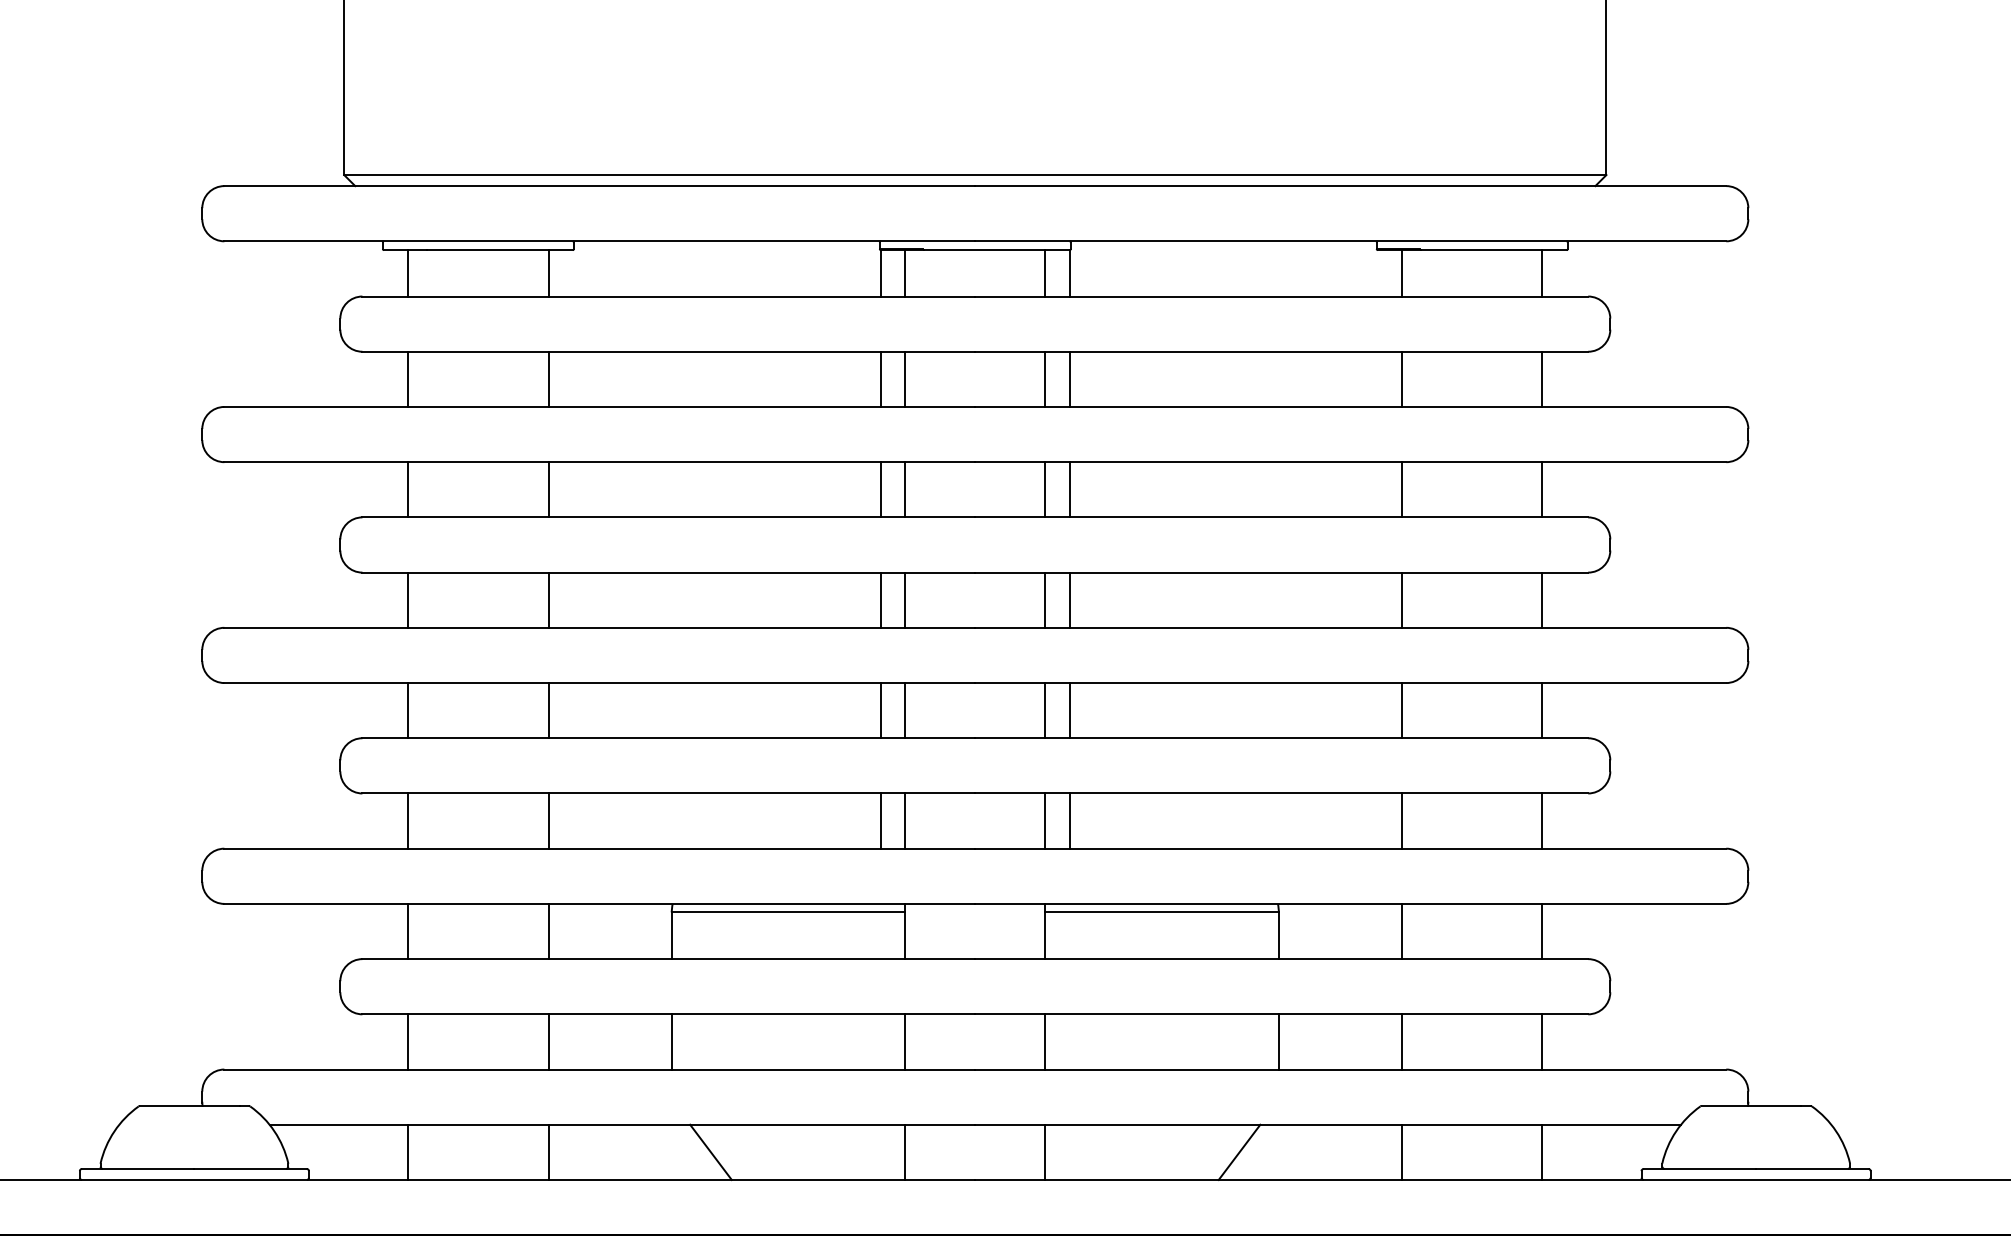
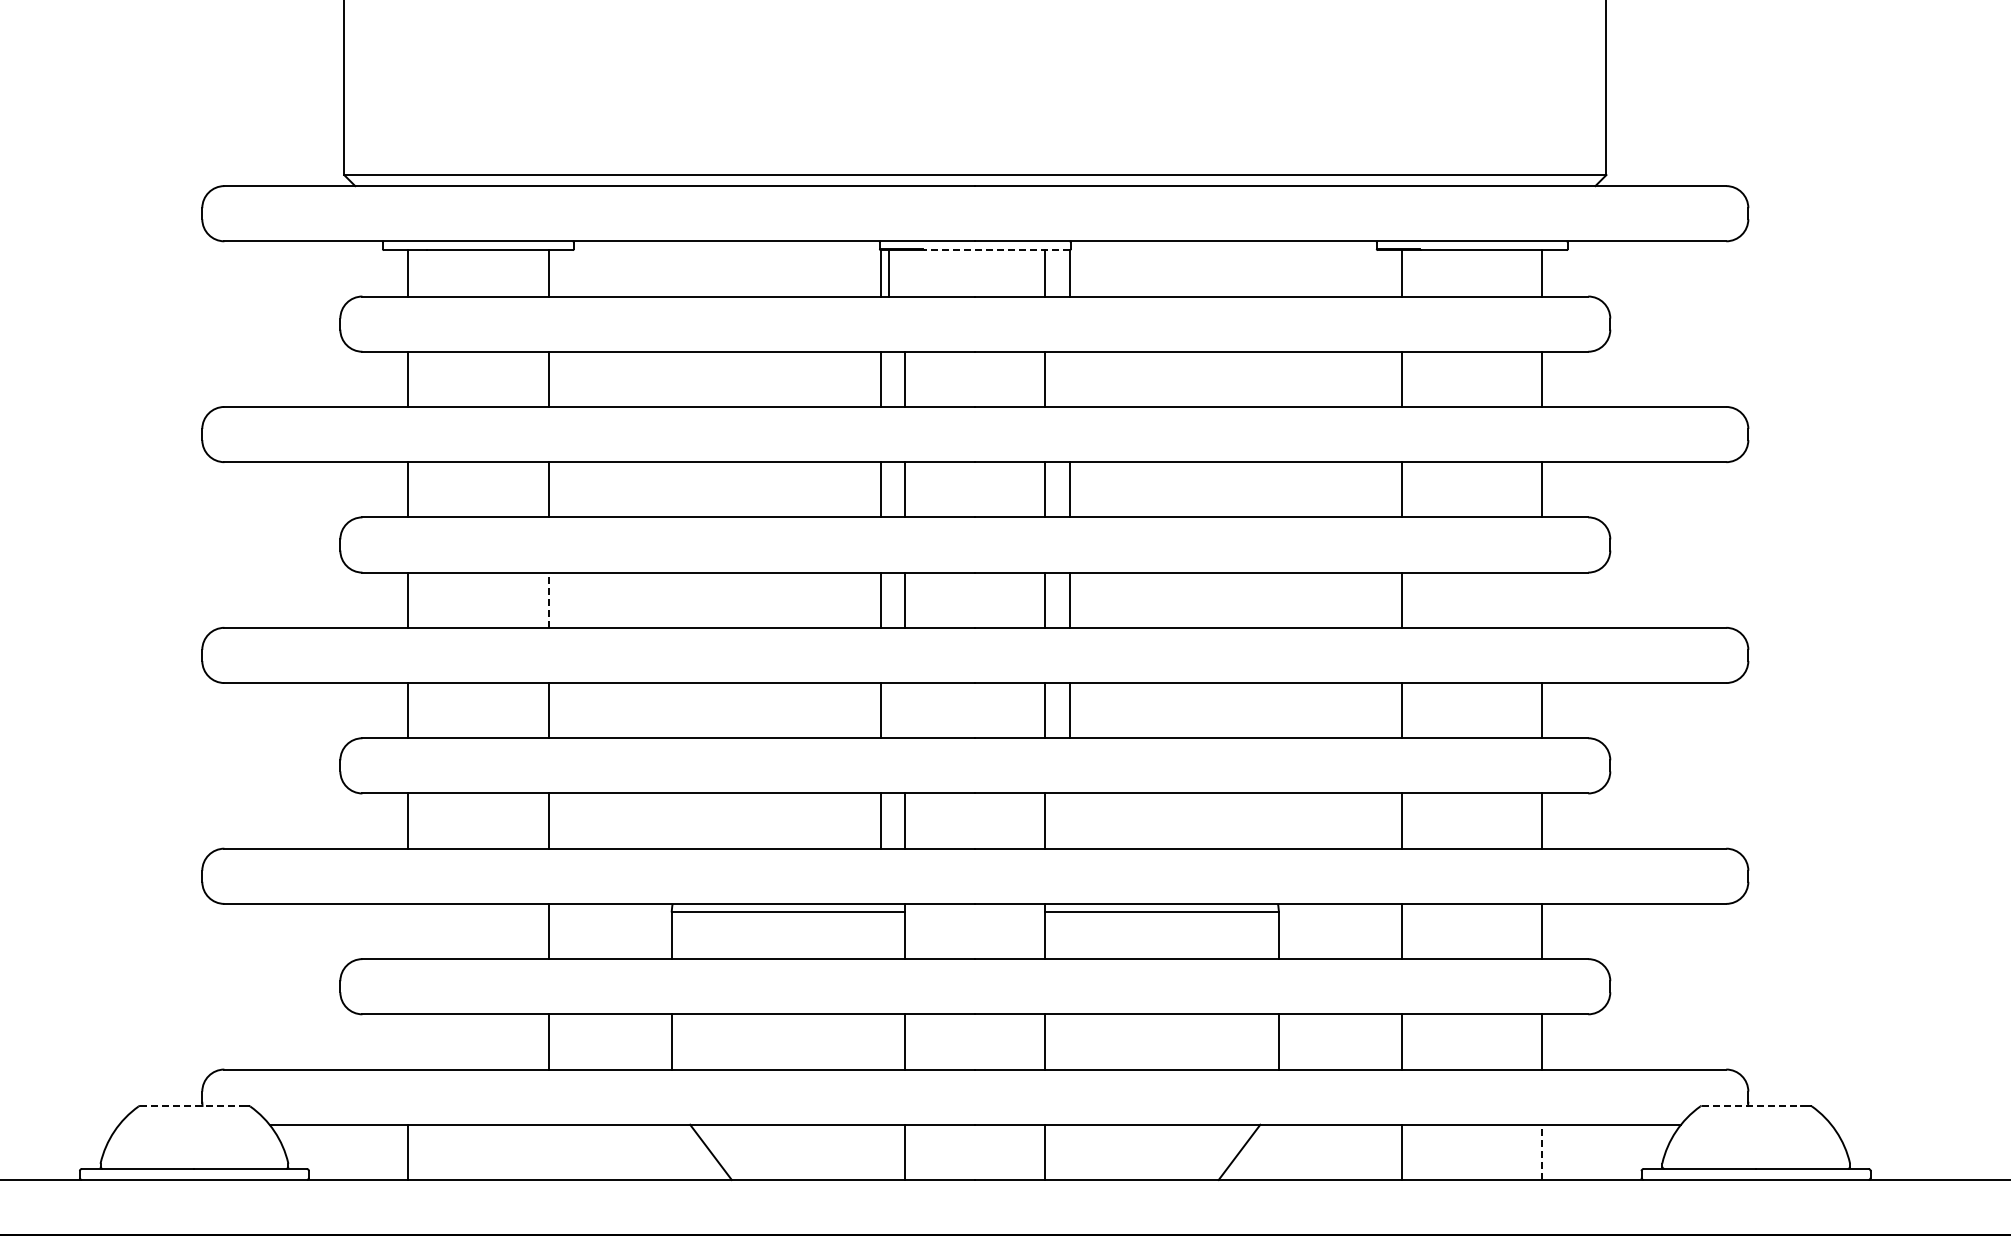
line at (996, 250): solid -> dashed
line at (905, 273) position: (905, 273) -> (889, 273)
line at (1069, 378): present -> none
line at (1542, 599): present -> none
line at (548, 600): solid -> dashed
line at (905, 710): present -> none
line at (1069, 820): present -> none
line at (408, 931): present -> none
line at (408, 1041): present -> none
line at (190, 1106): solid -> dashed
line at (1751, 1106): solid -> dashed
line at (548, 1151): present -> none
line at (1542, 1152): solid -> dashed
